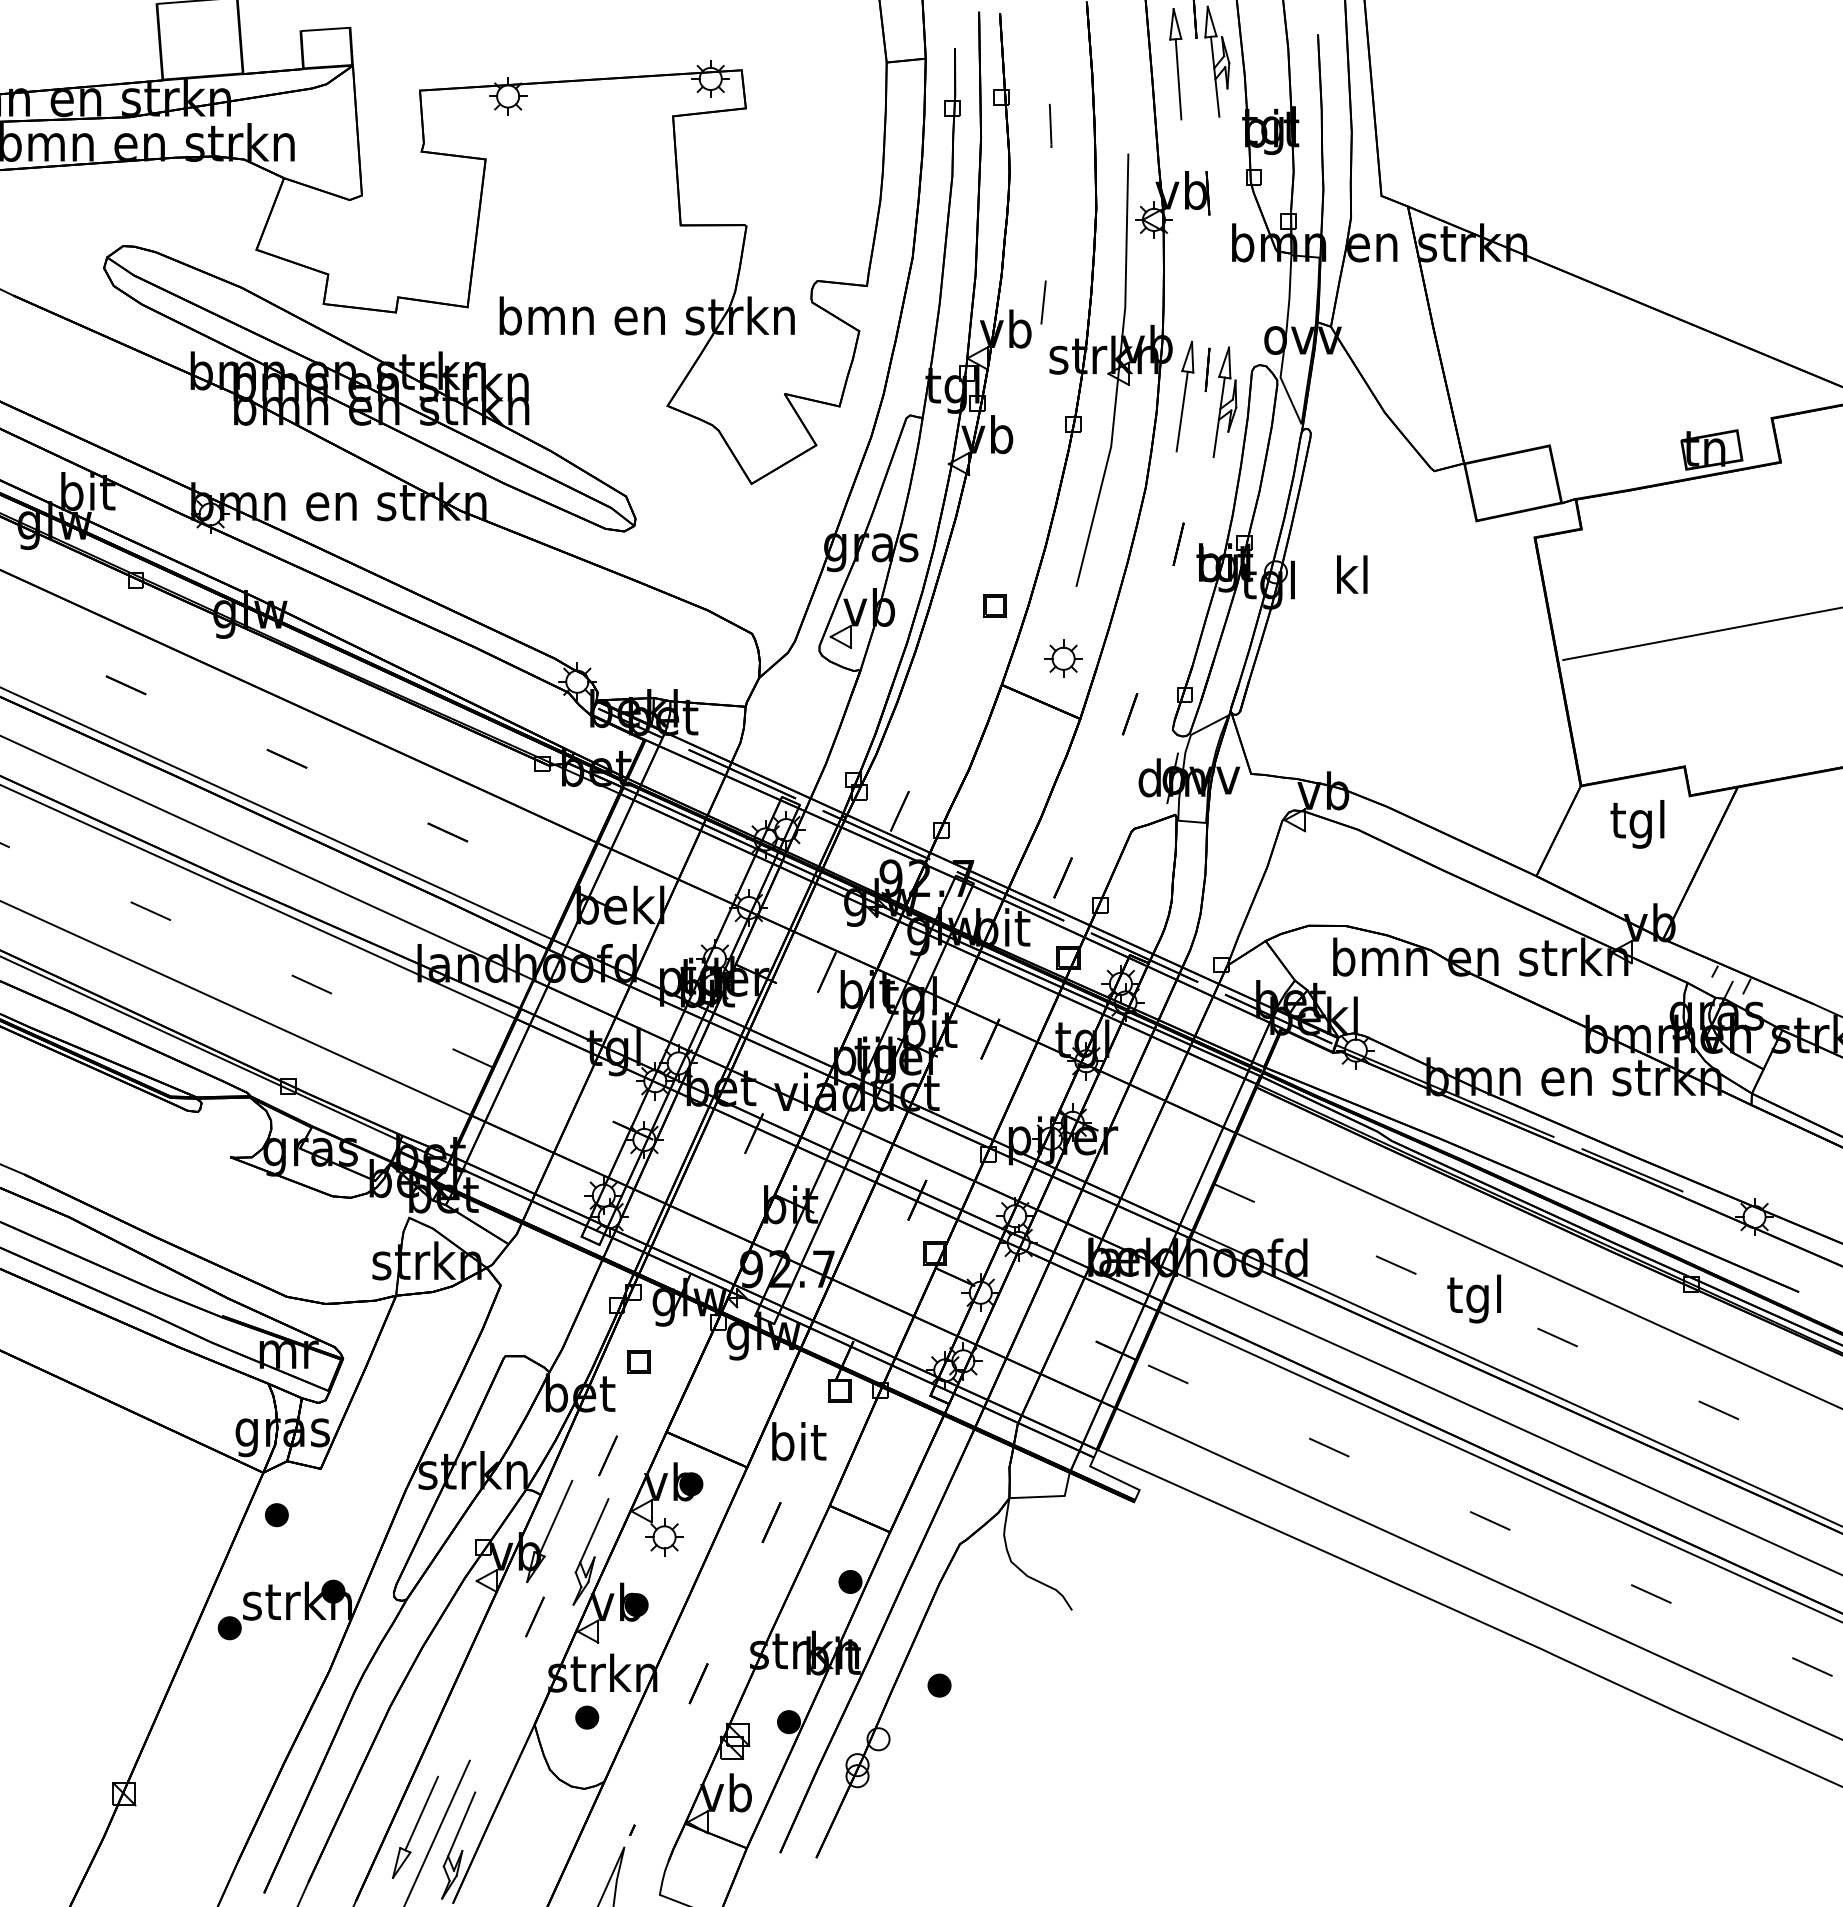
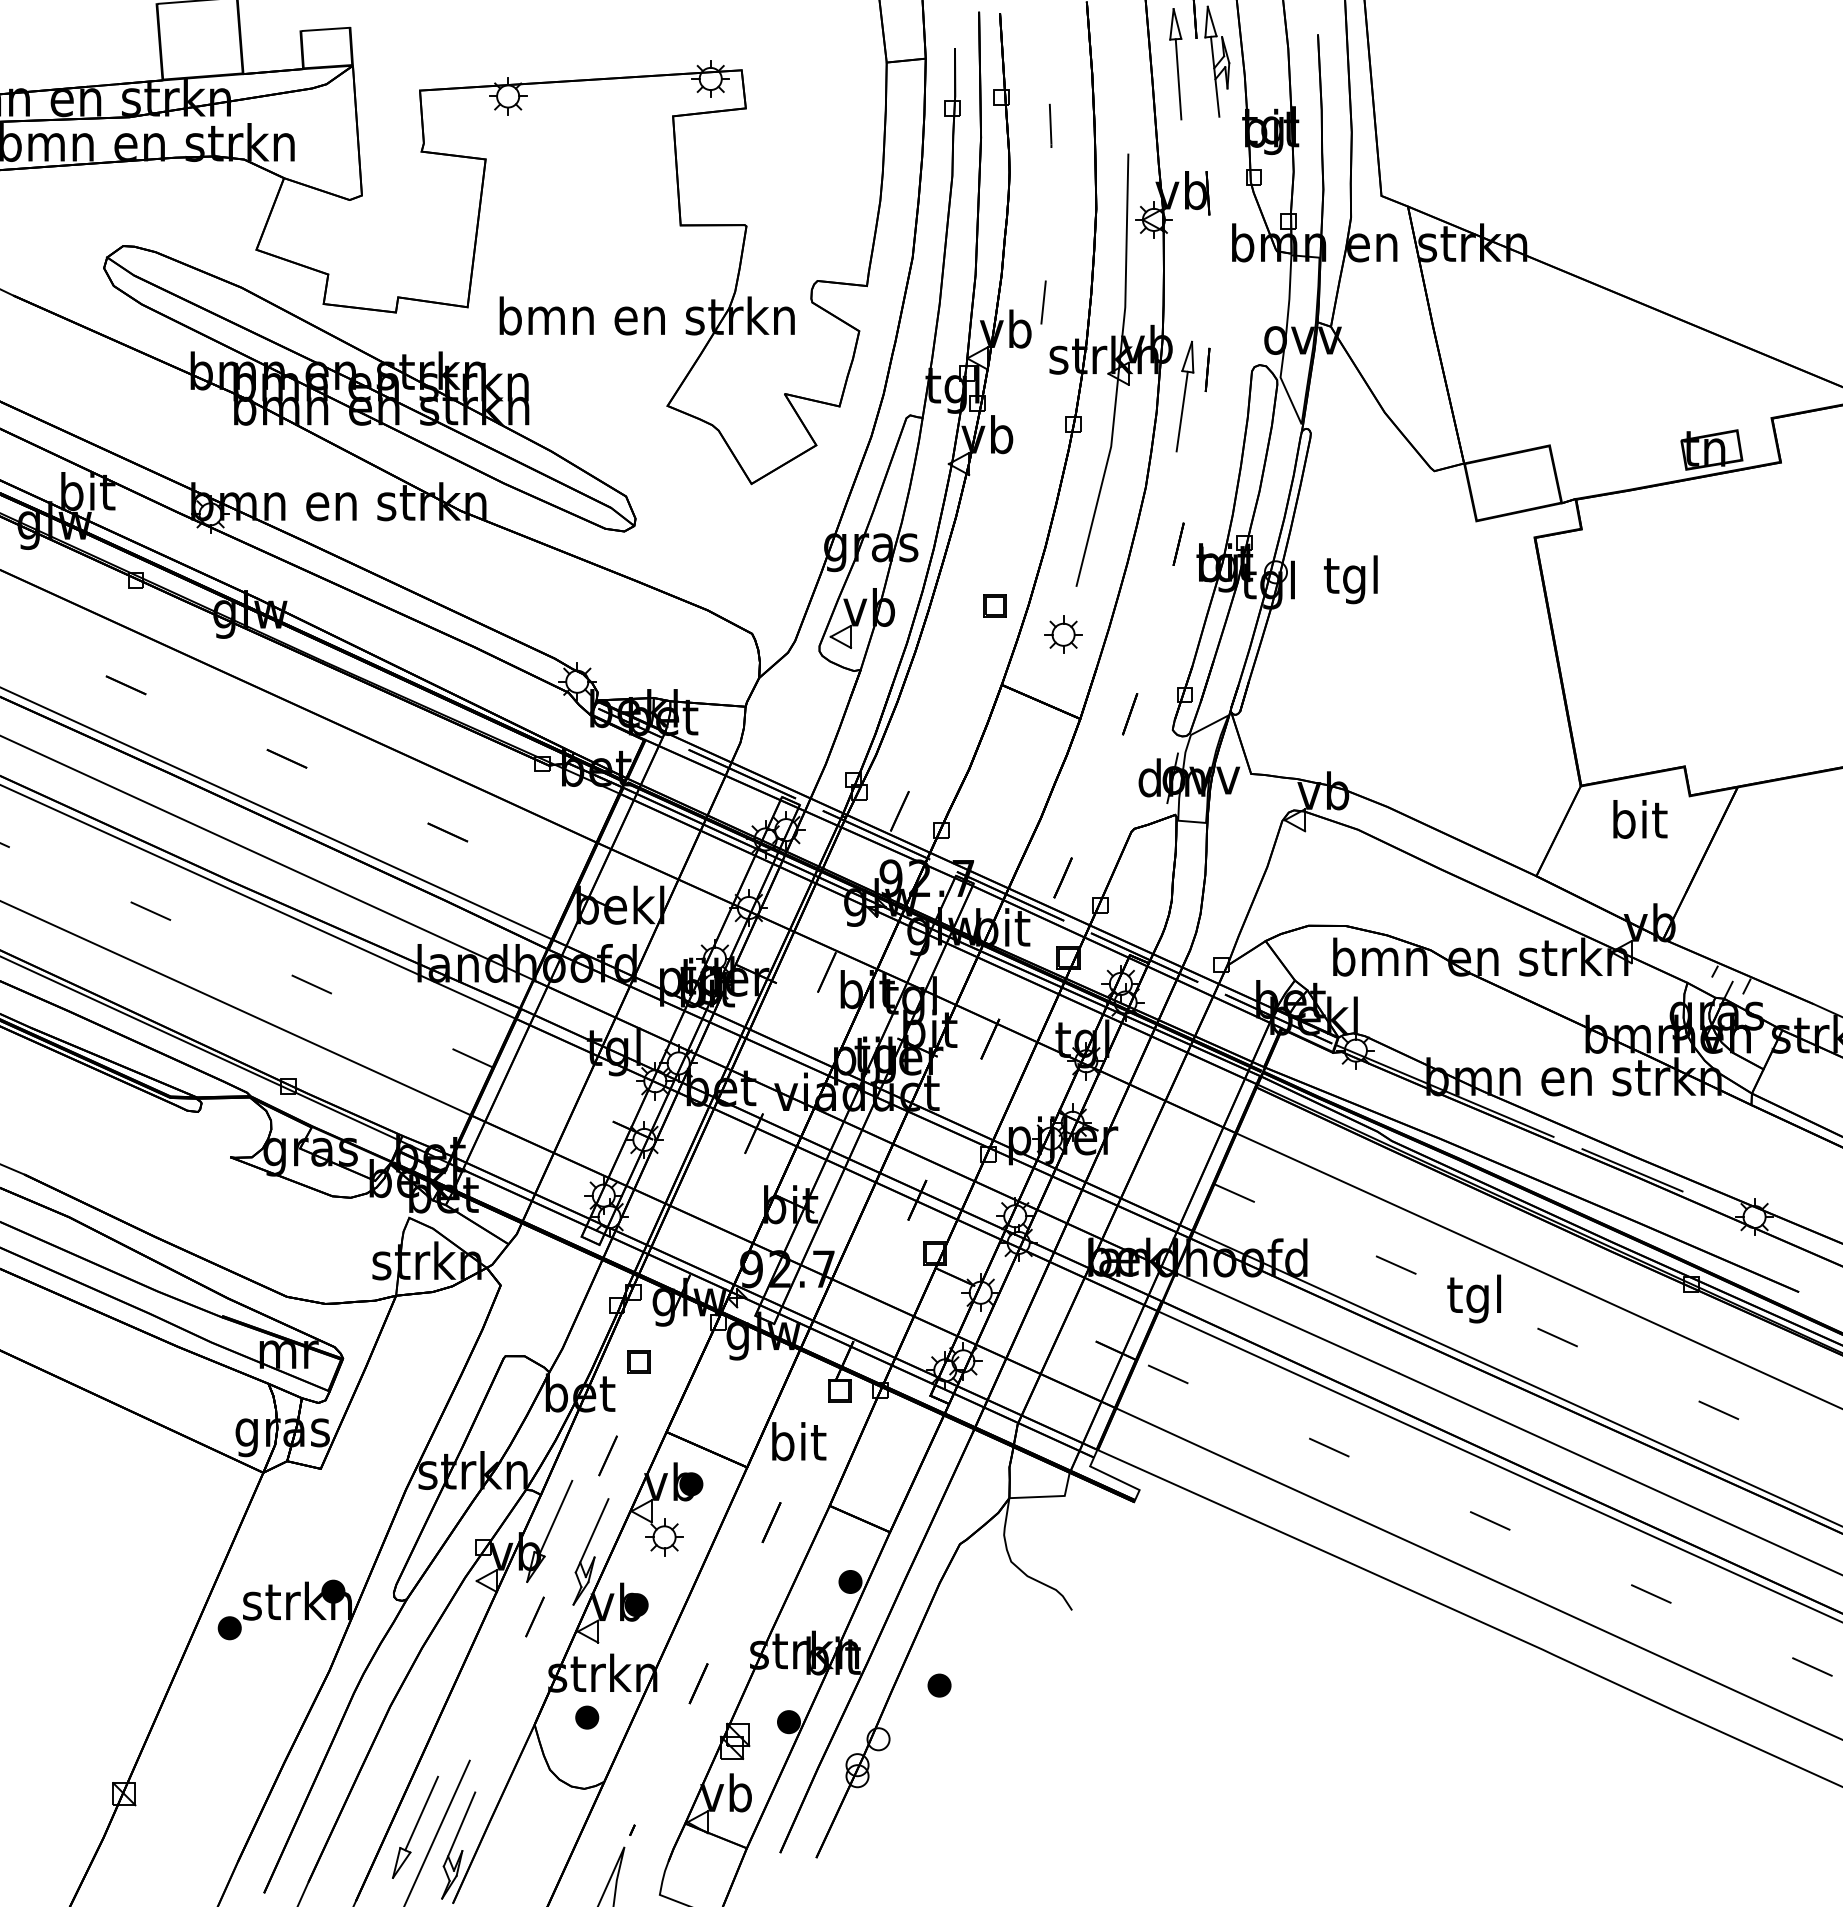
part at (1224, 401): present -> none
text at (1350, 579): kl -> tgl
line at (1701, 634): present -> none
part at (1063, 658) position: (1063, 658) -> (1063, 634)
text at (1638, 824): tgl -> bit
part at (276, 1515): present -> none
